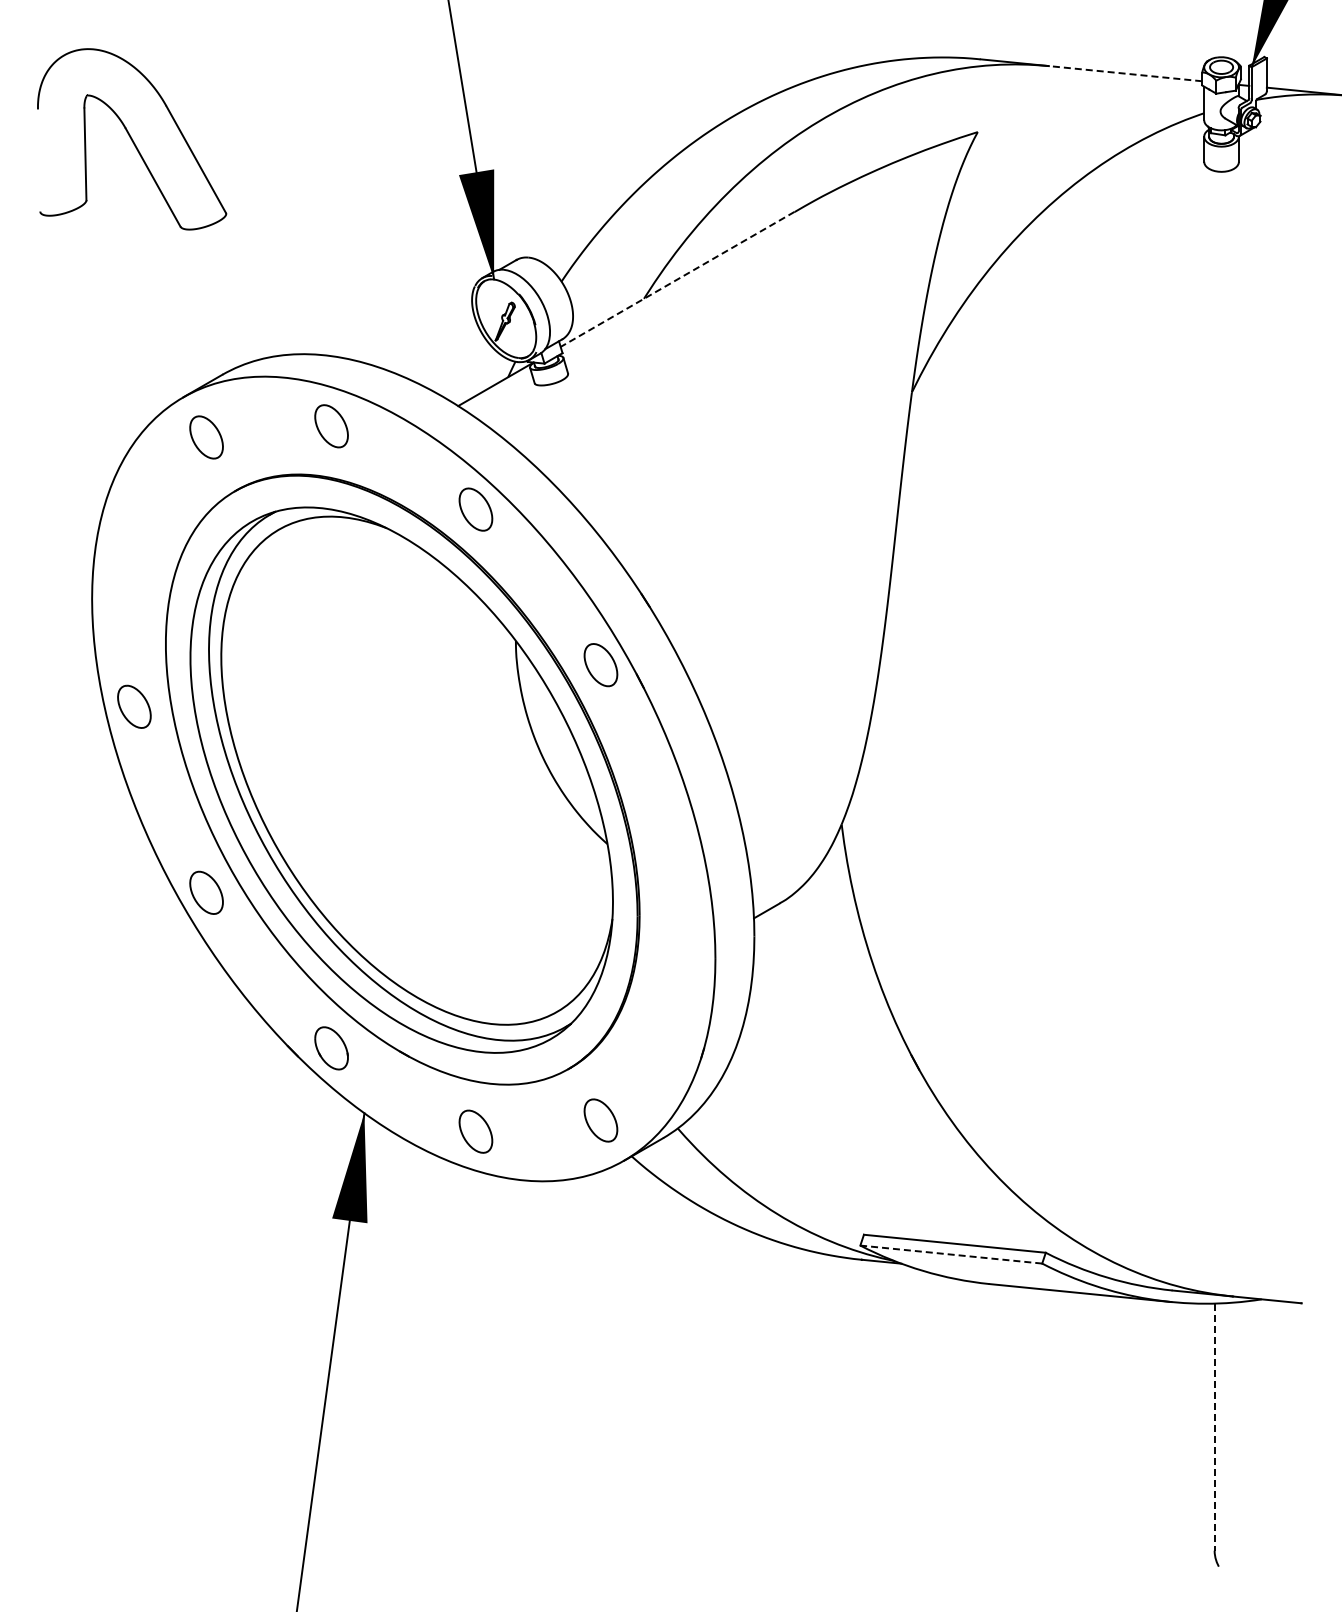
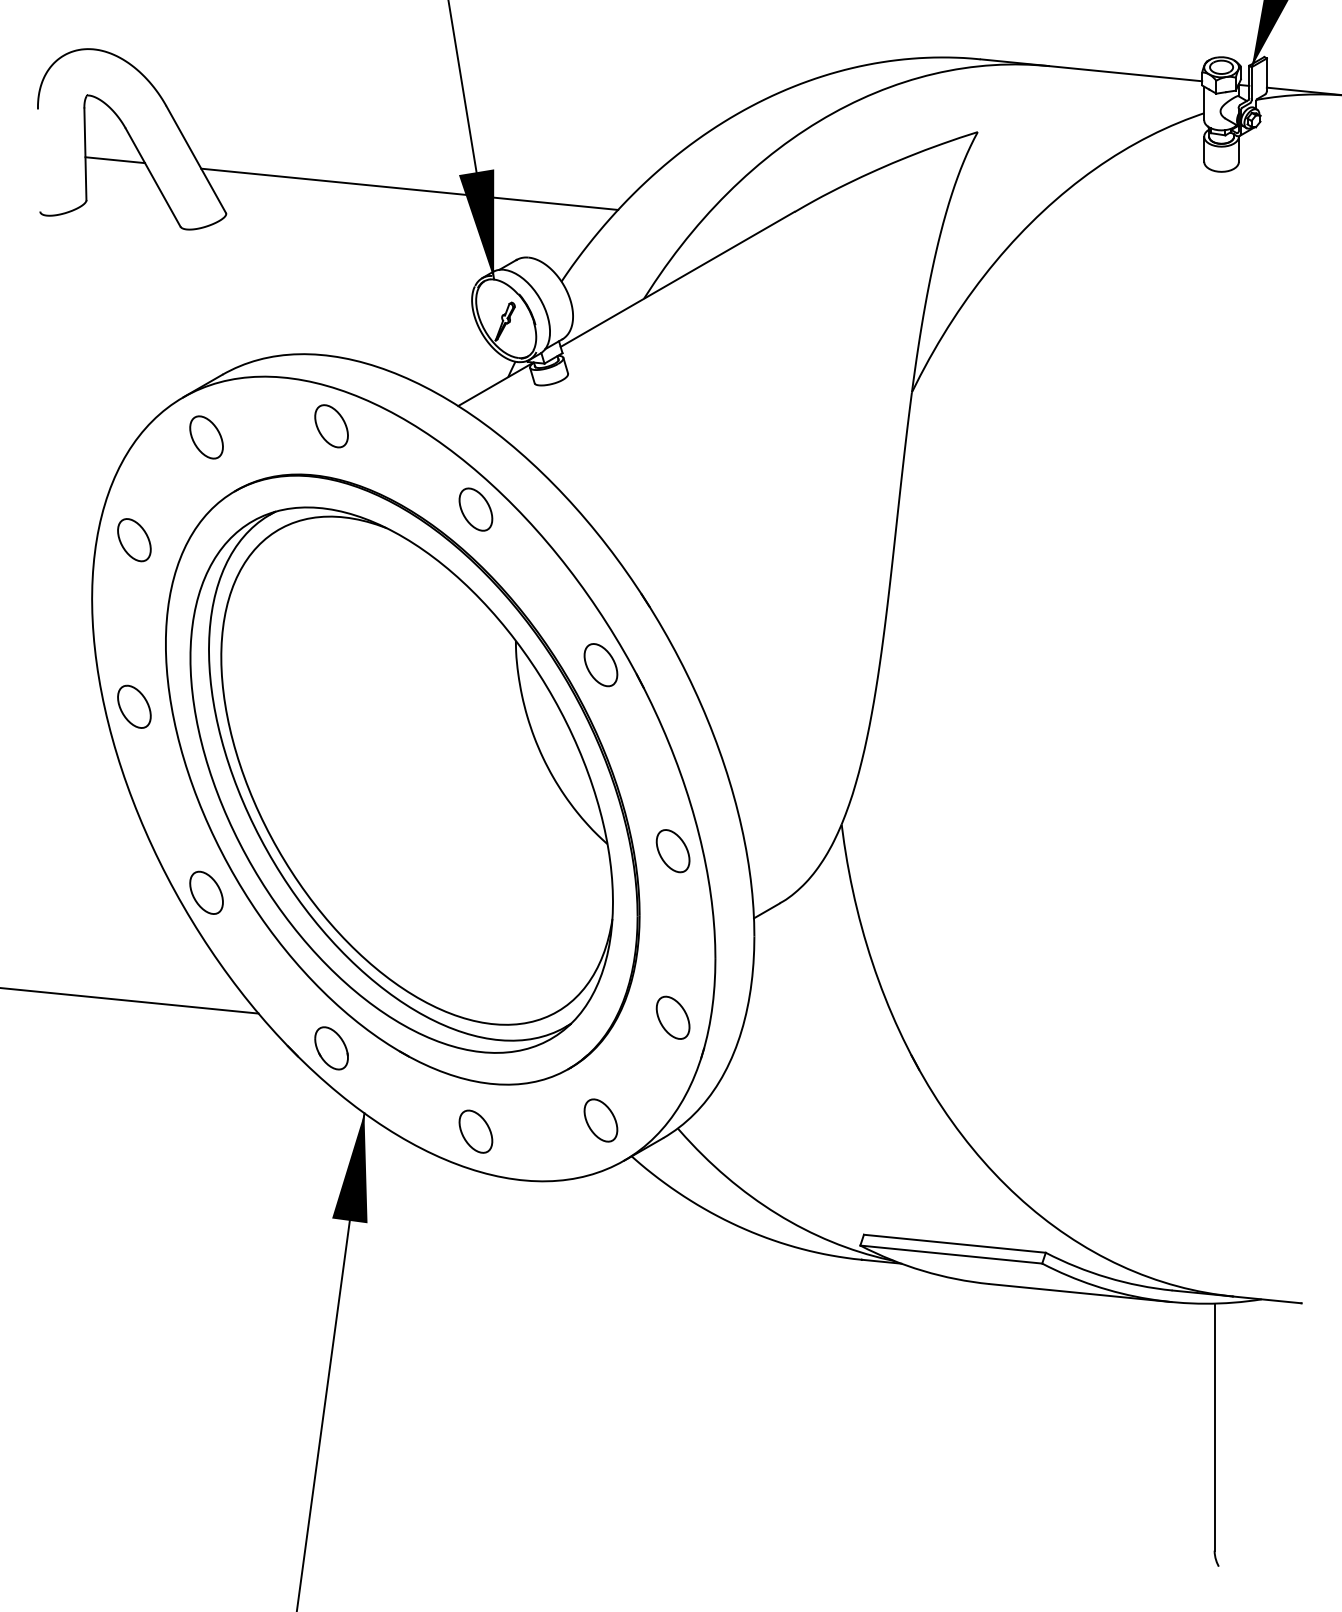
line at (1125, 73): dashed -> solid
line at (115, 160): none -> present
line at (409, 188): none -> present
line at (677, 279): dashed -> solid
part at (134, 540): none -> present
part at (672, 851): none -> present
line at (130, 1000): none -> present
part at (672, 1017): none -> present
line at (950, 1254): dashed -> solid
line at (1214, 1427): dashed -> solid
